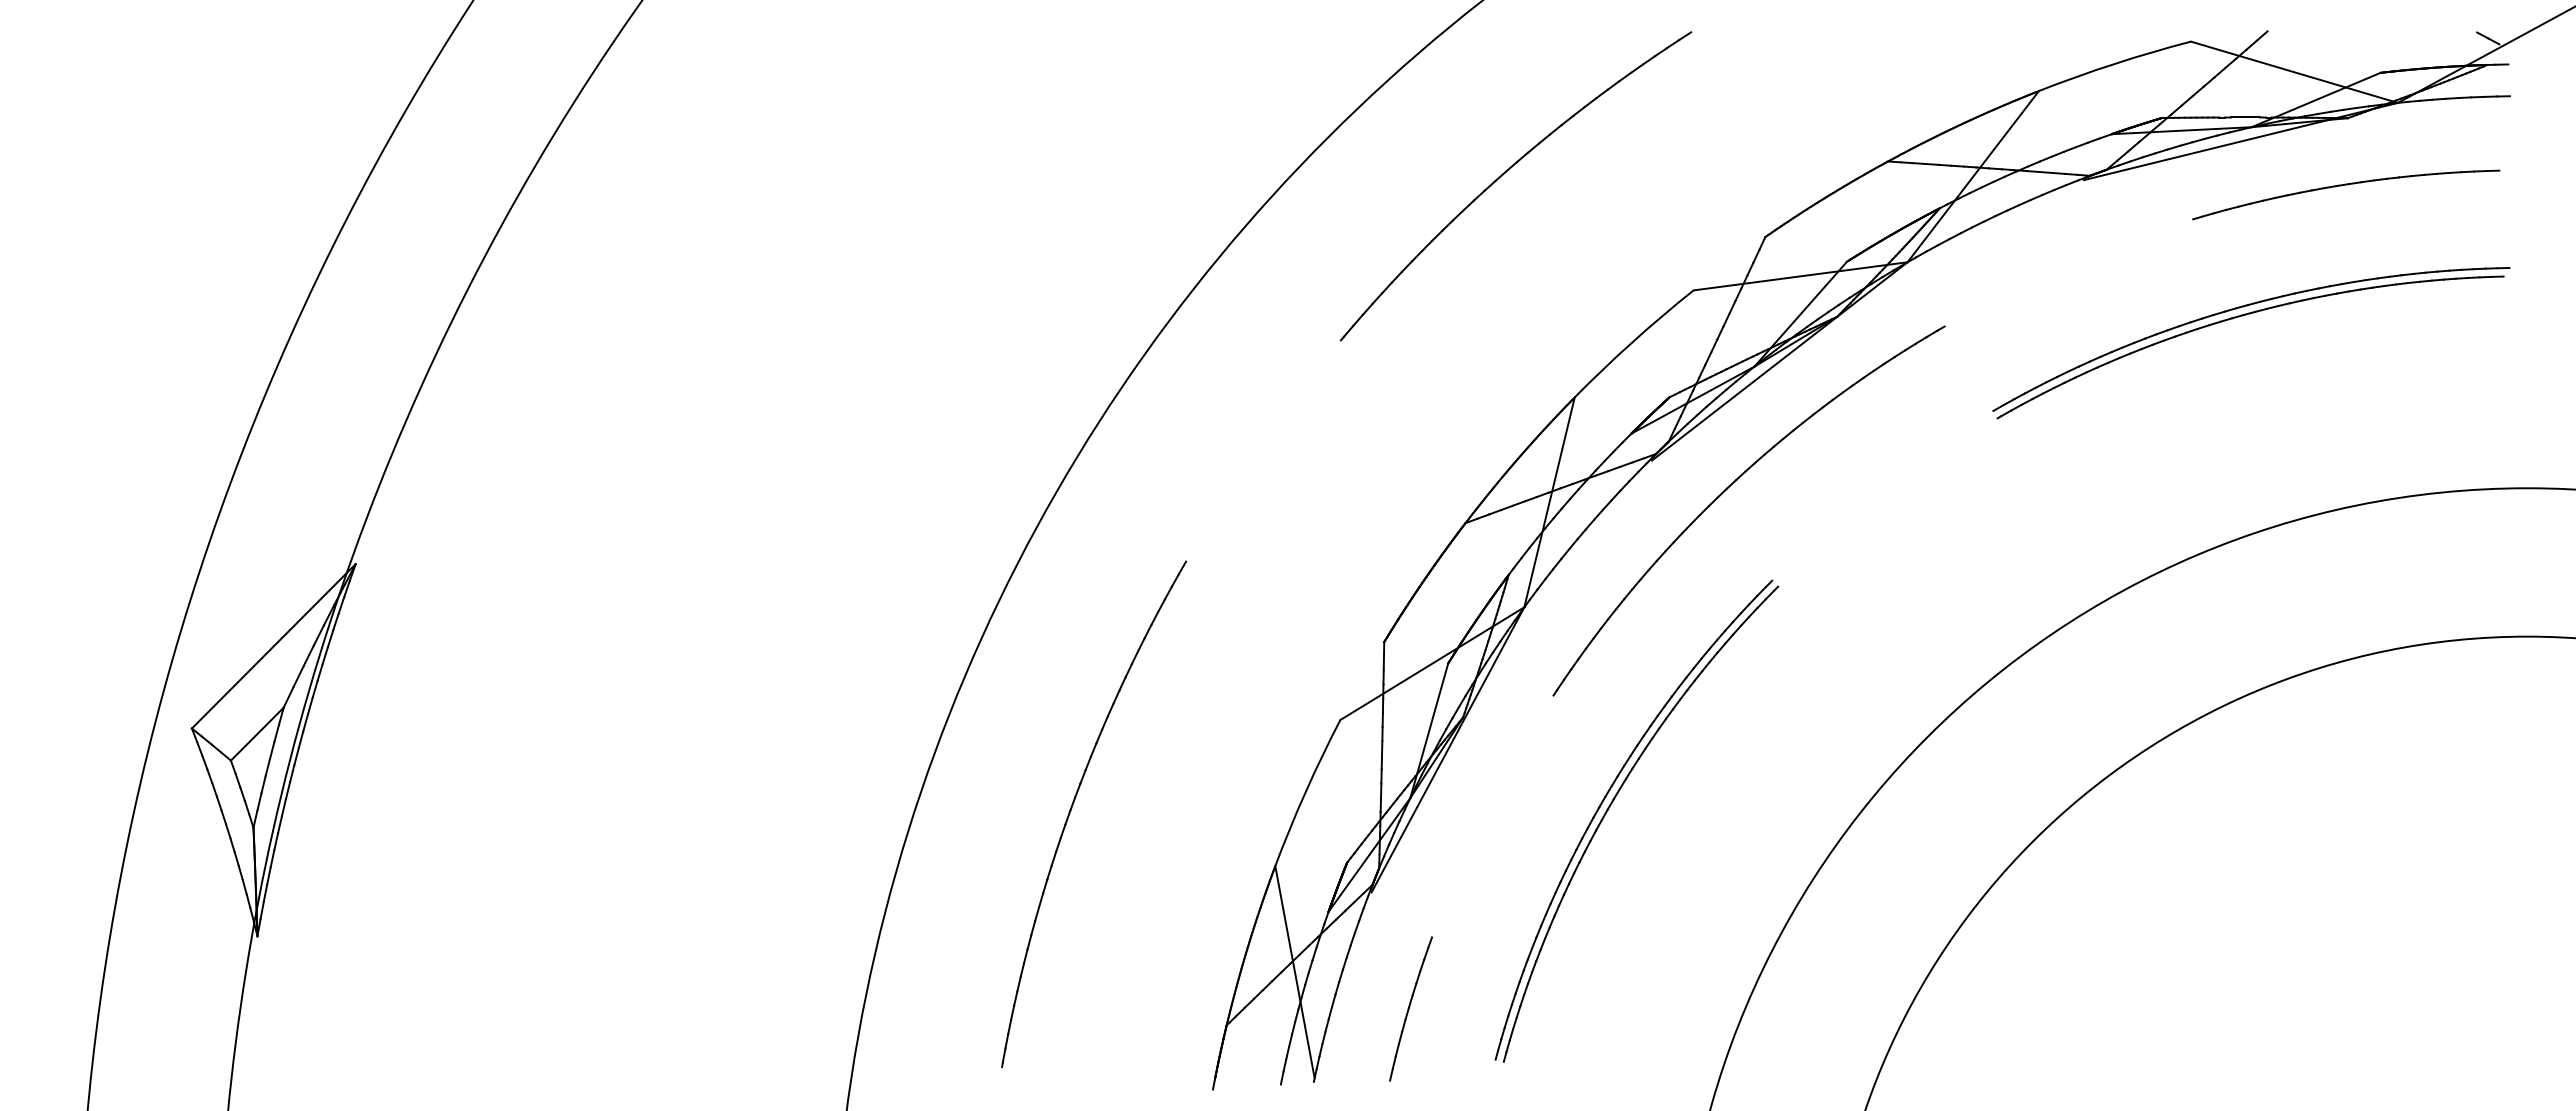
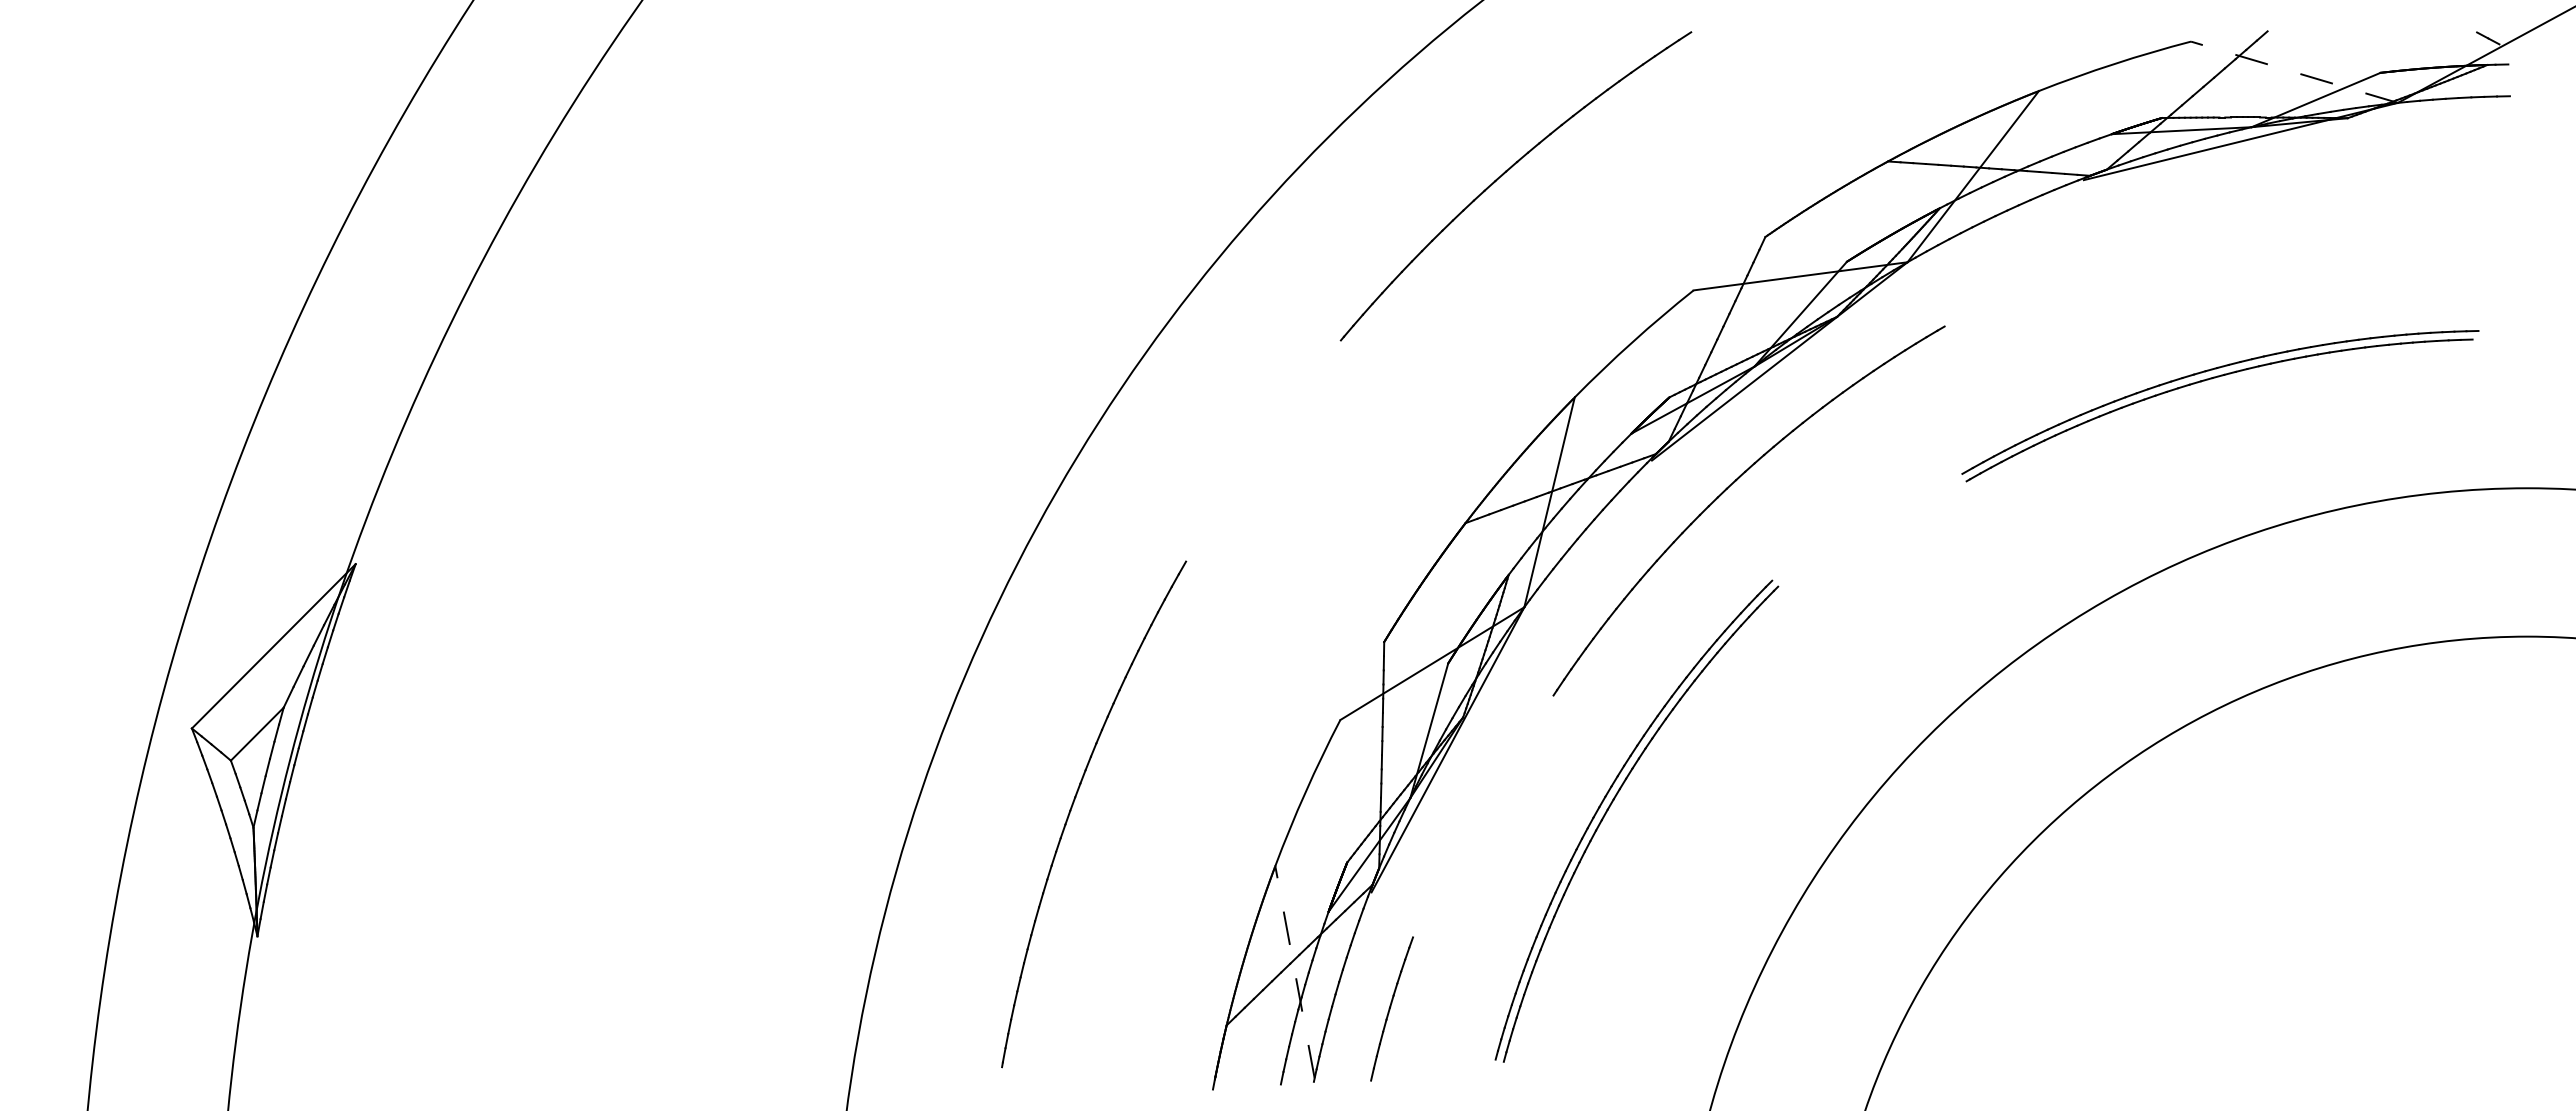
line at (2294, 72): solid -> dashed
part at (2346, 185): present -> none
part at (2243, 316) position: (2243, 316) -> (2212, 379)
line at (1294, 972): solid -> dashed
part at (1410, 1008) position: (1410, 1008) -> (1391, 1008)
